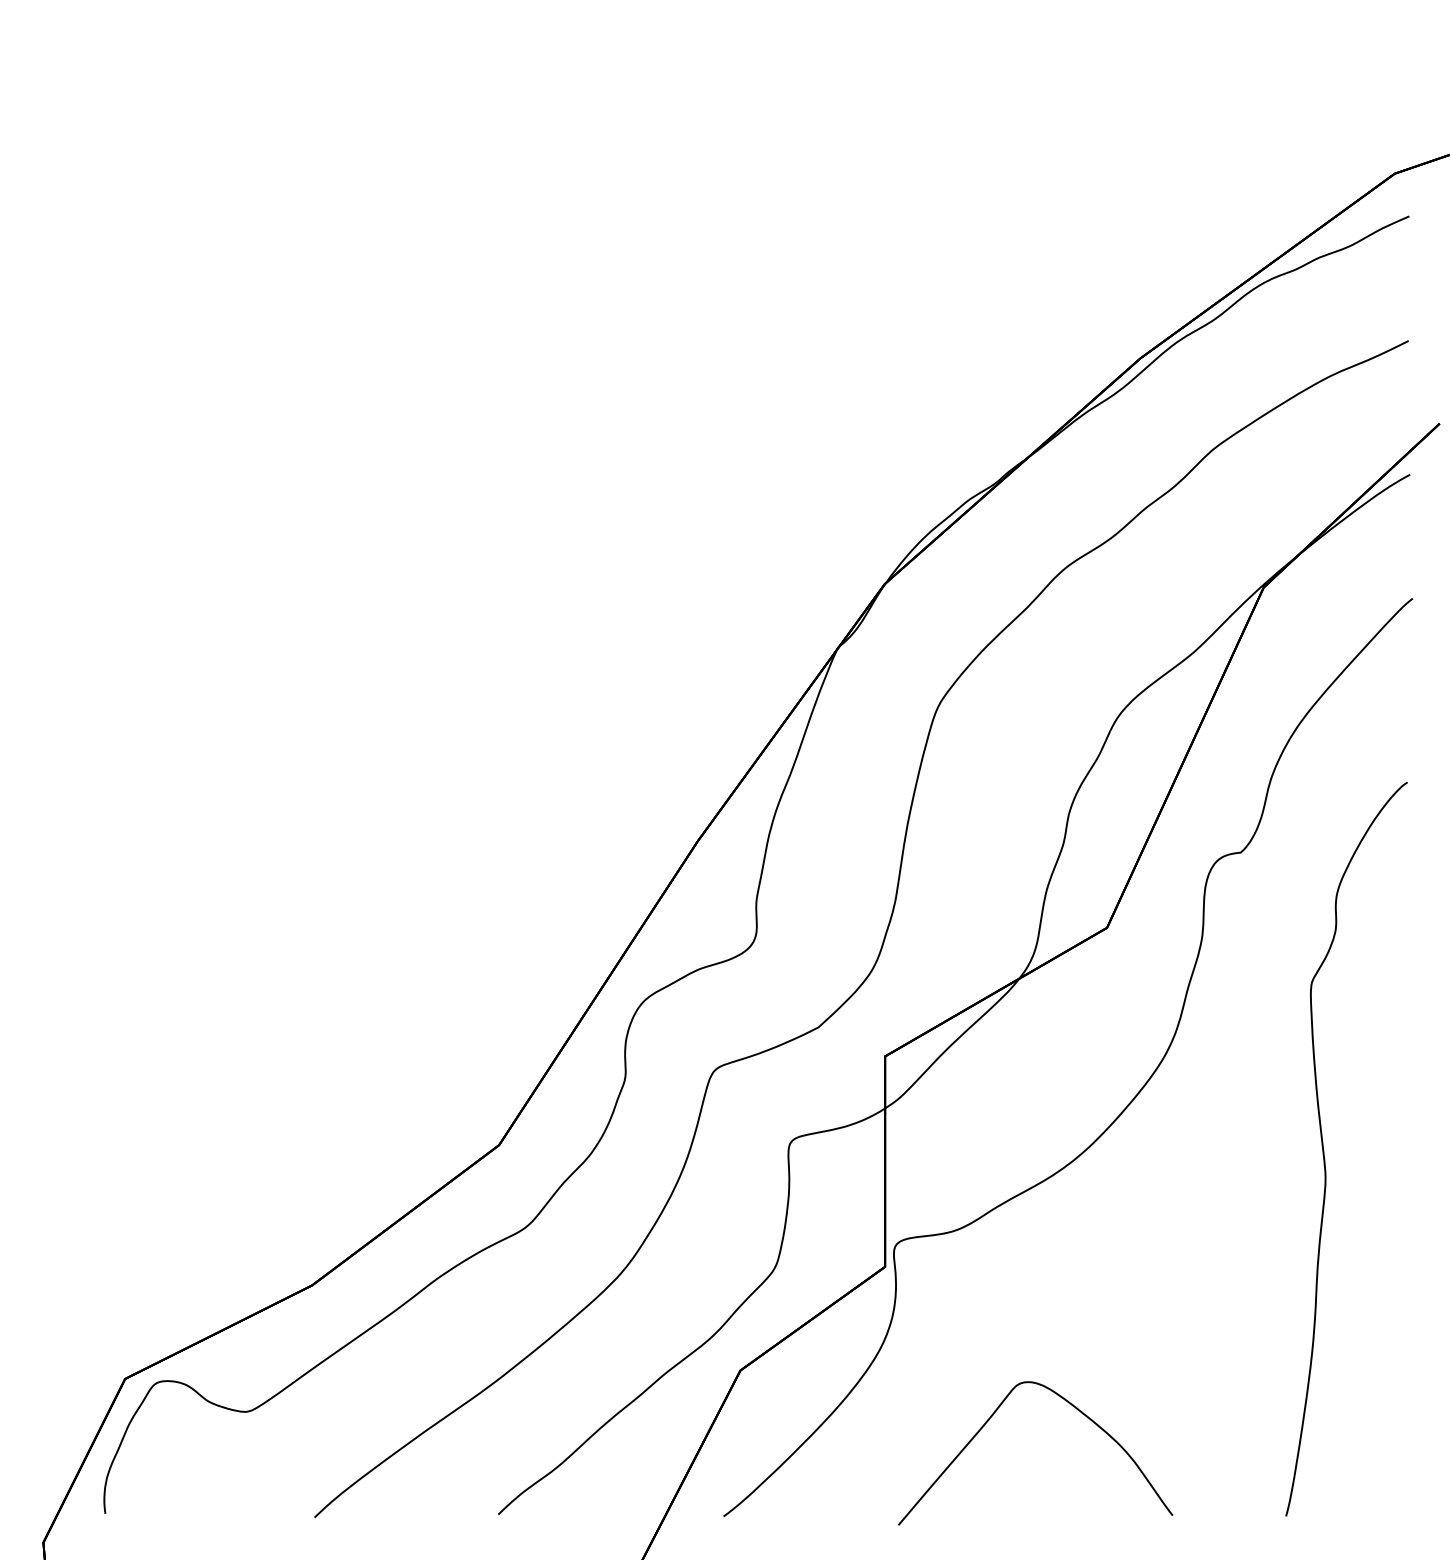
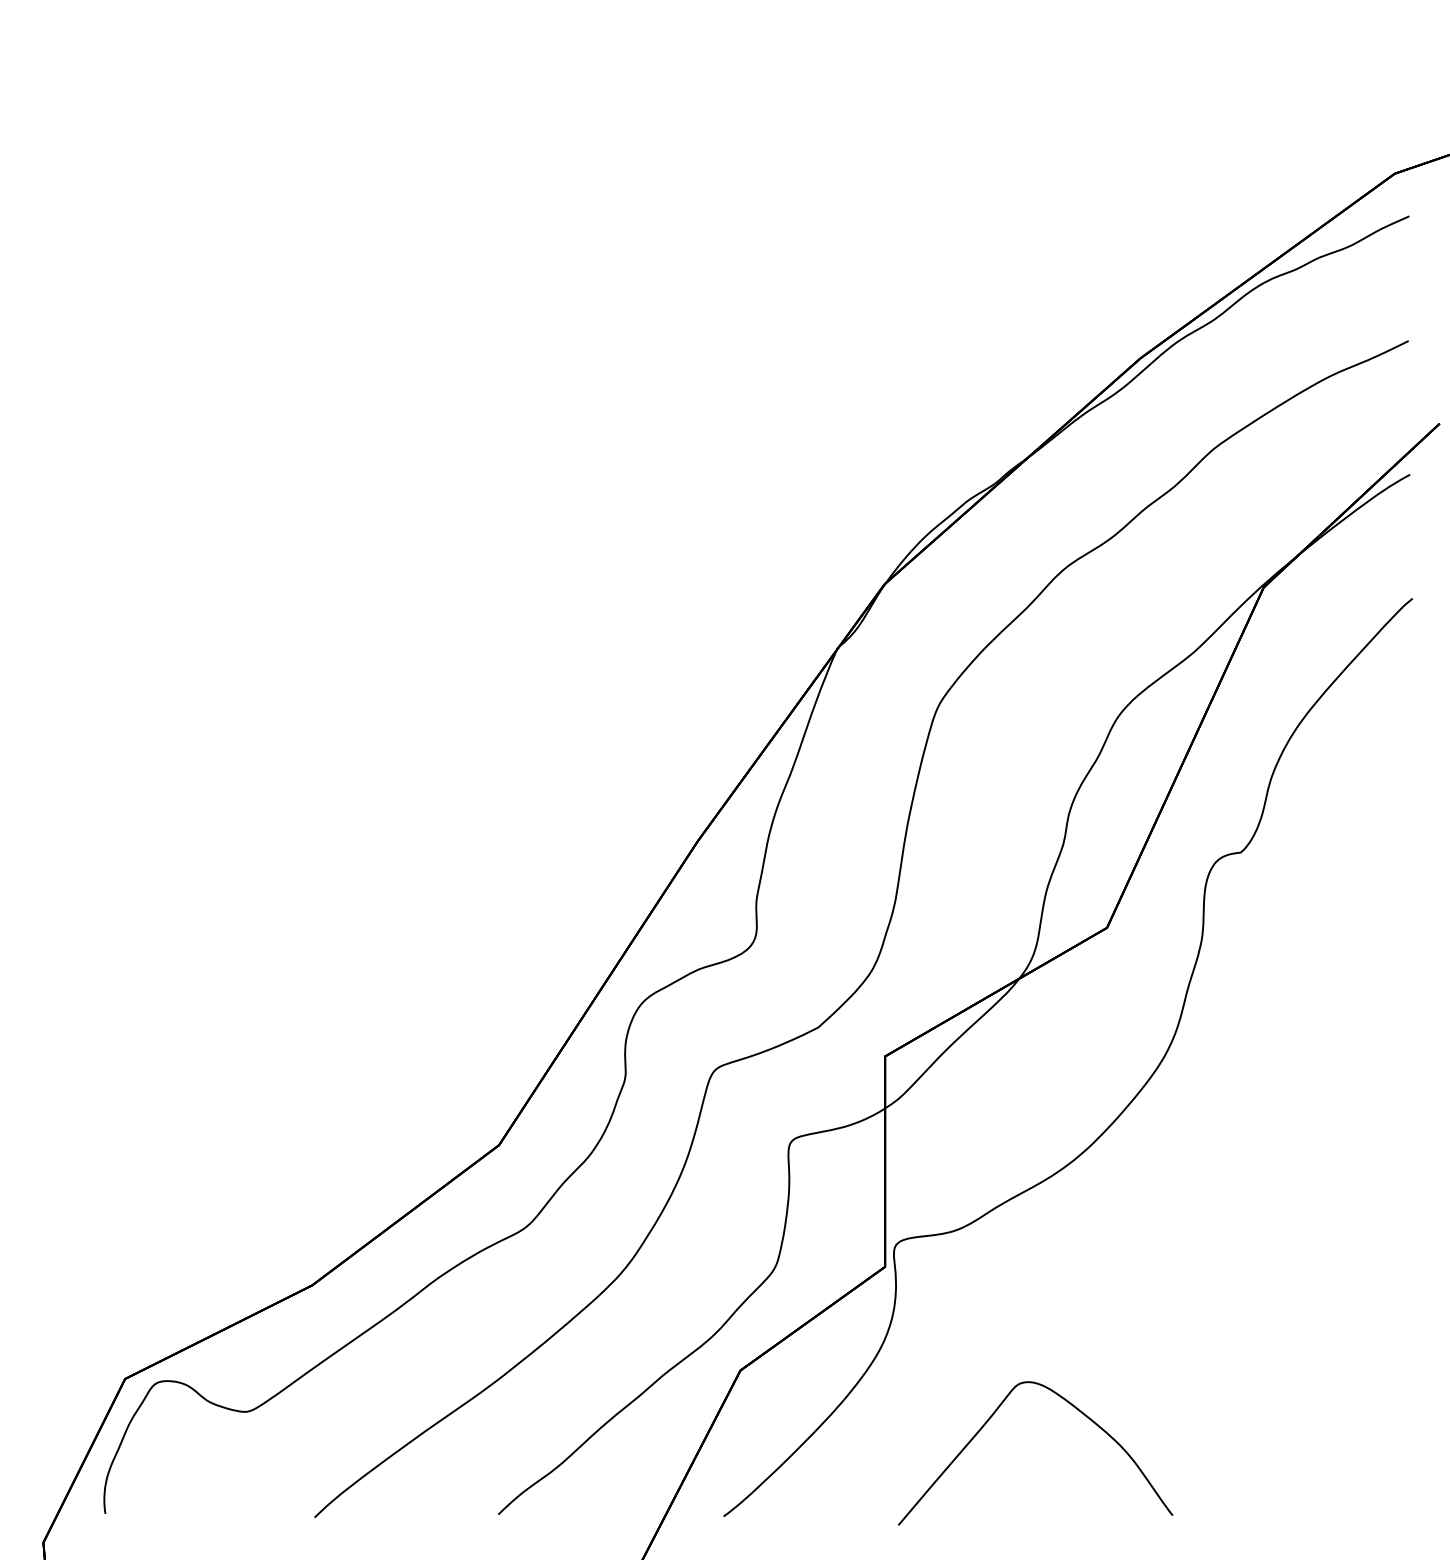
curve at (1324, 1150): present -> none
